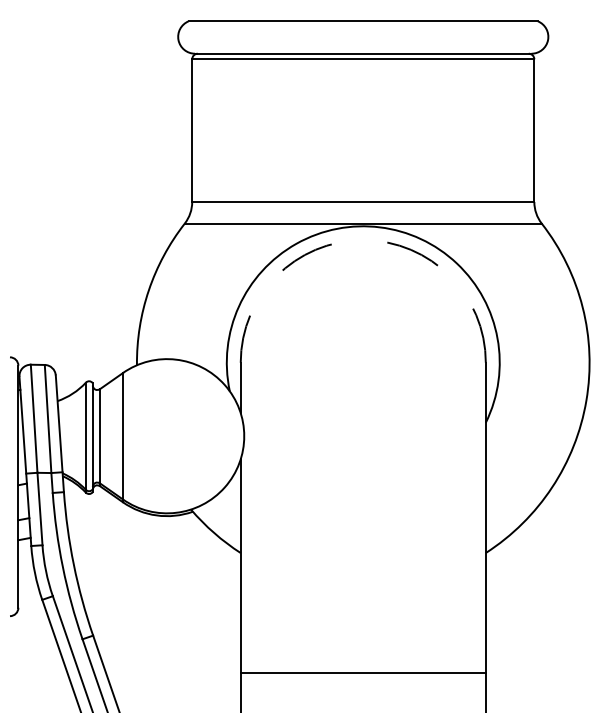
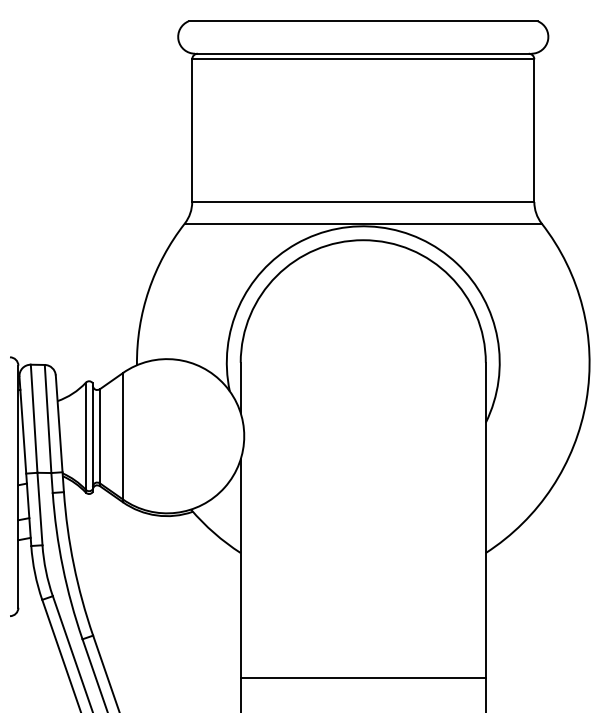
arc at (363, 240): dashed -> solid
line at (362, 673) position: (362, 673) -> (362, 678)
